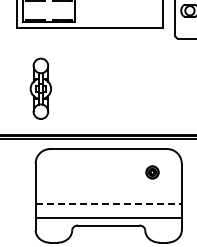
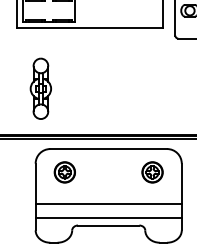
part at (64, 172): none -> present
part at (152, 172) size: 15x15 px -> 23x23 px
line at (109, 203): dashed -> solid
